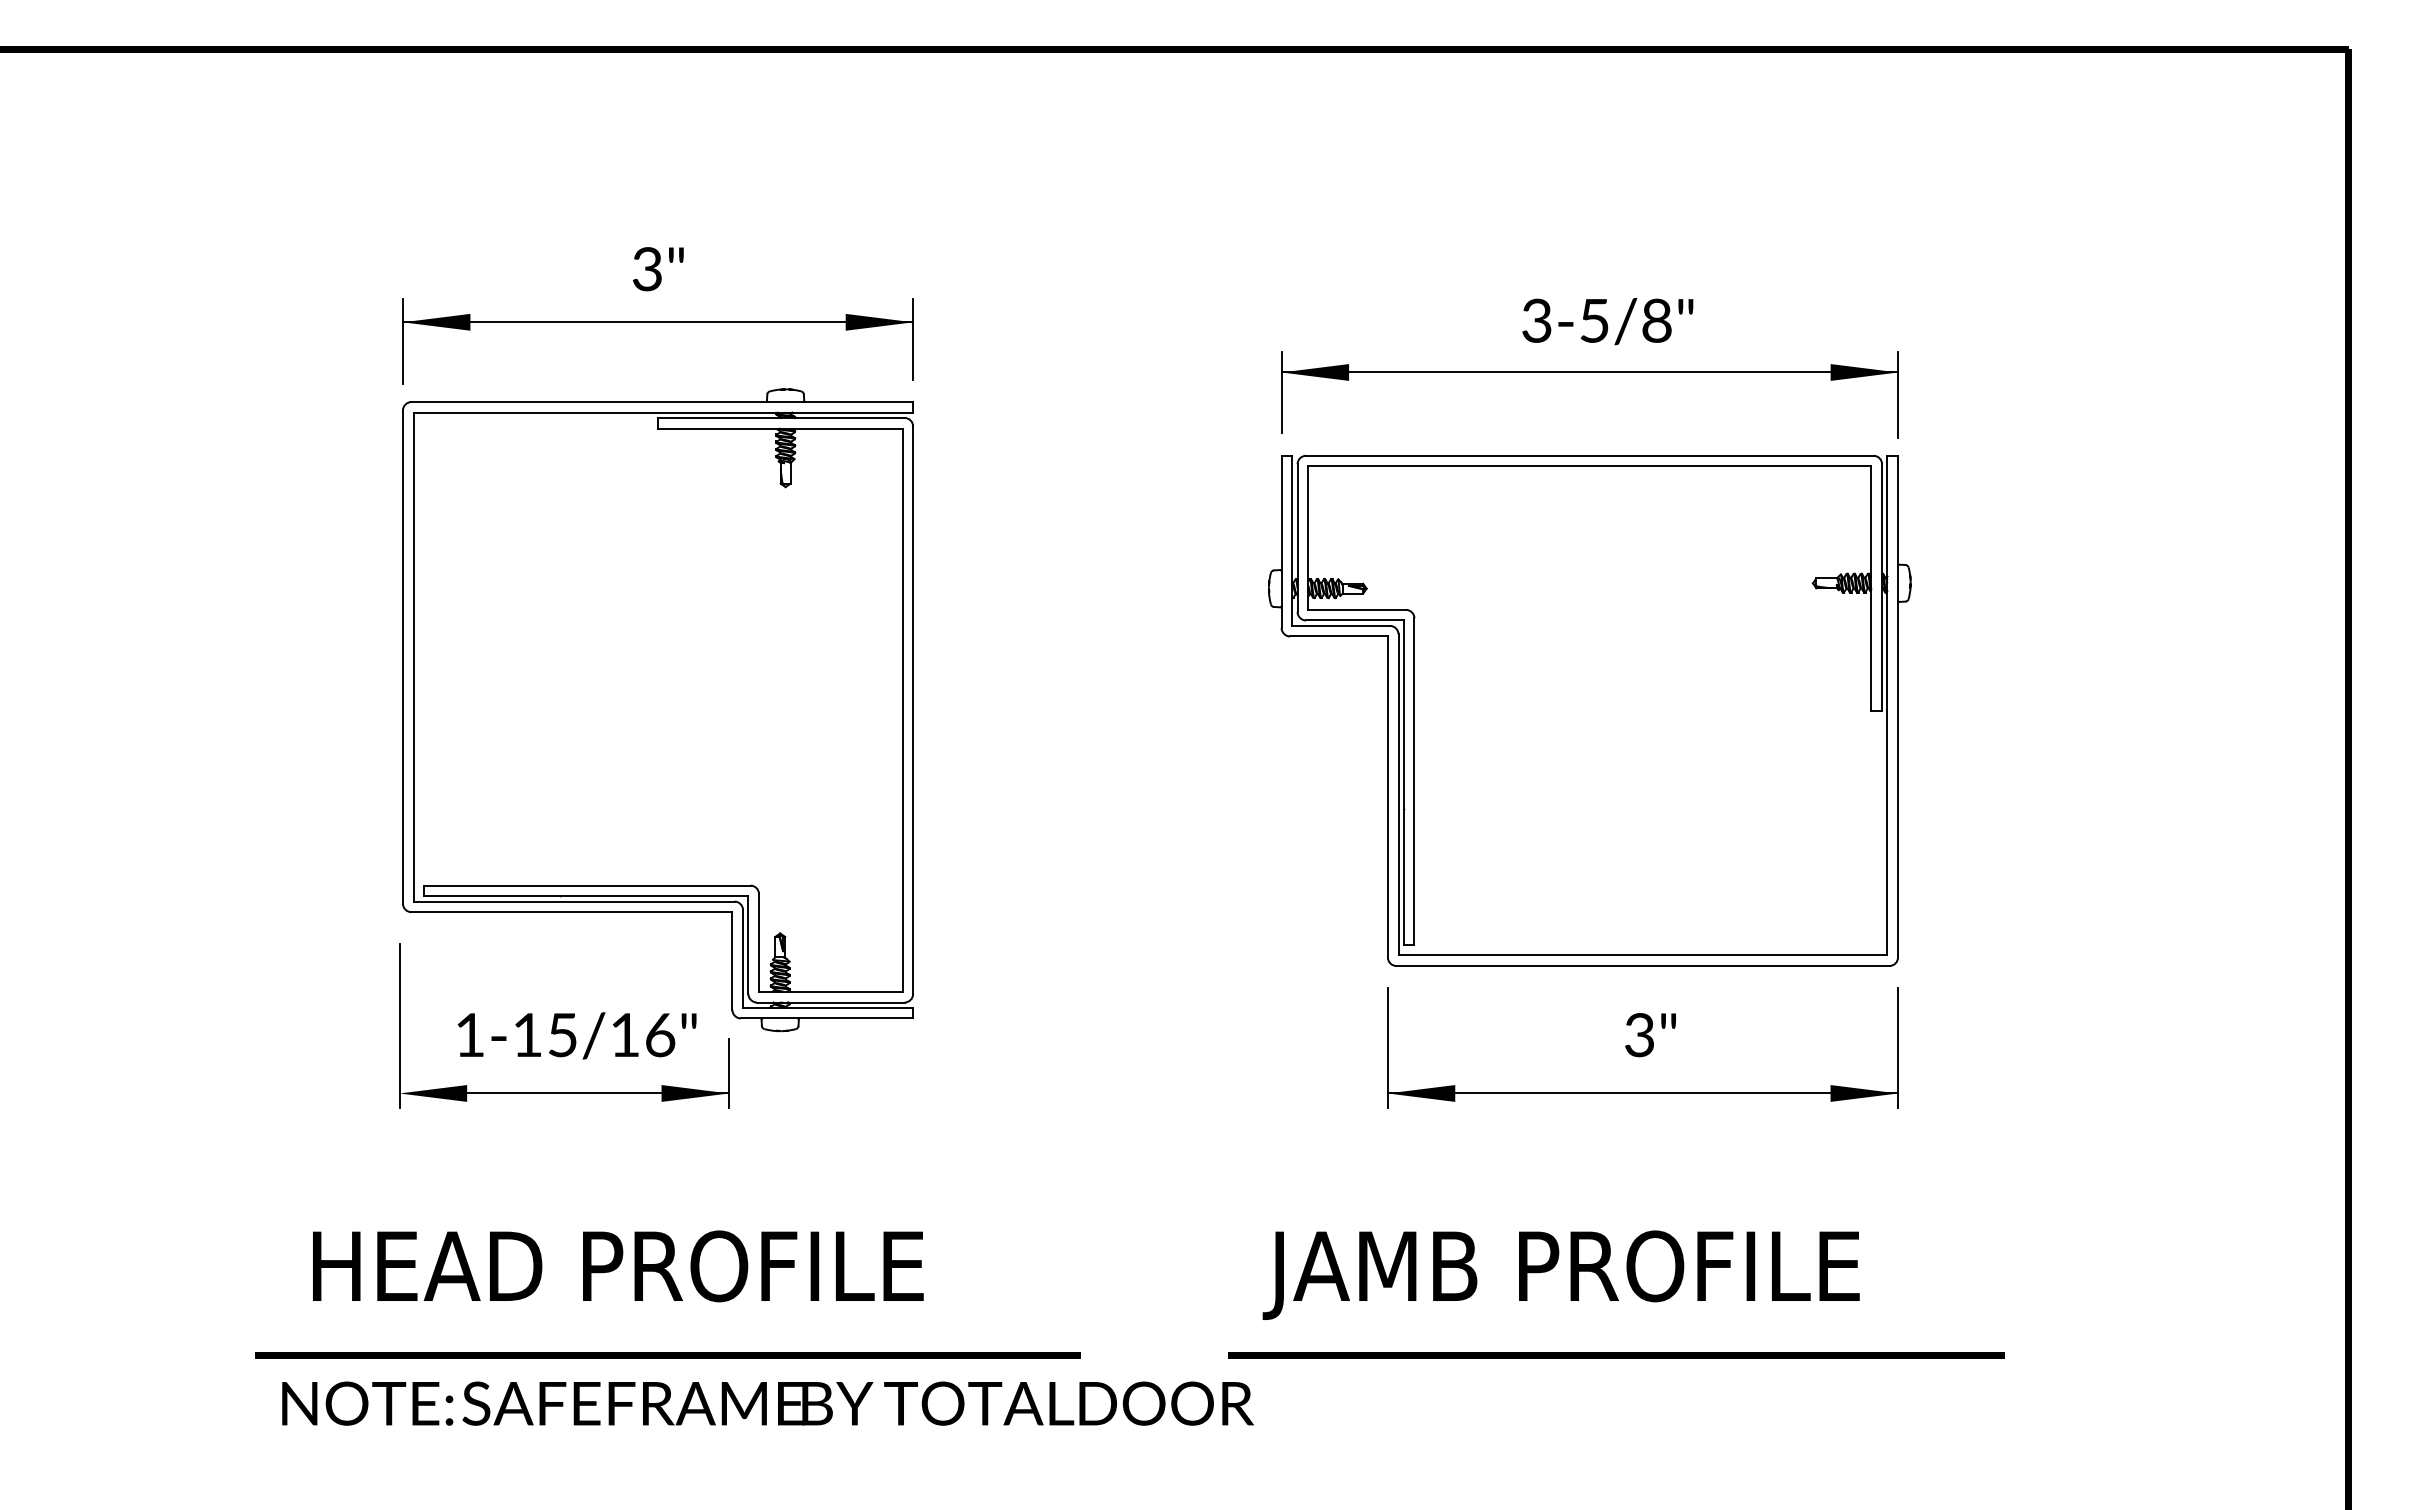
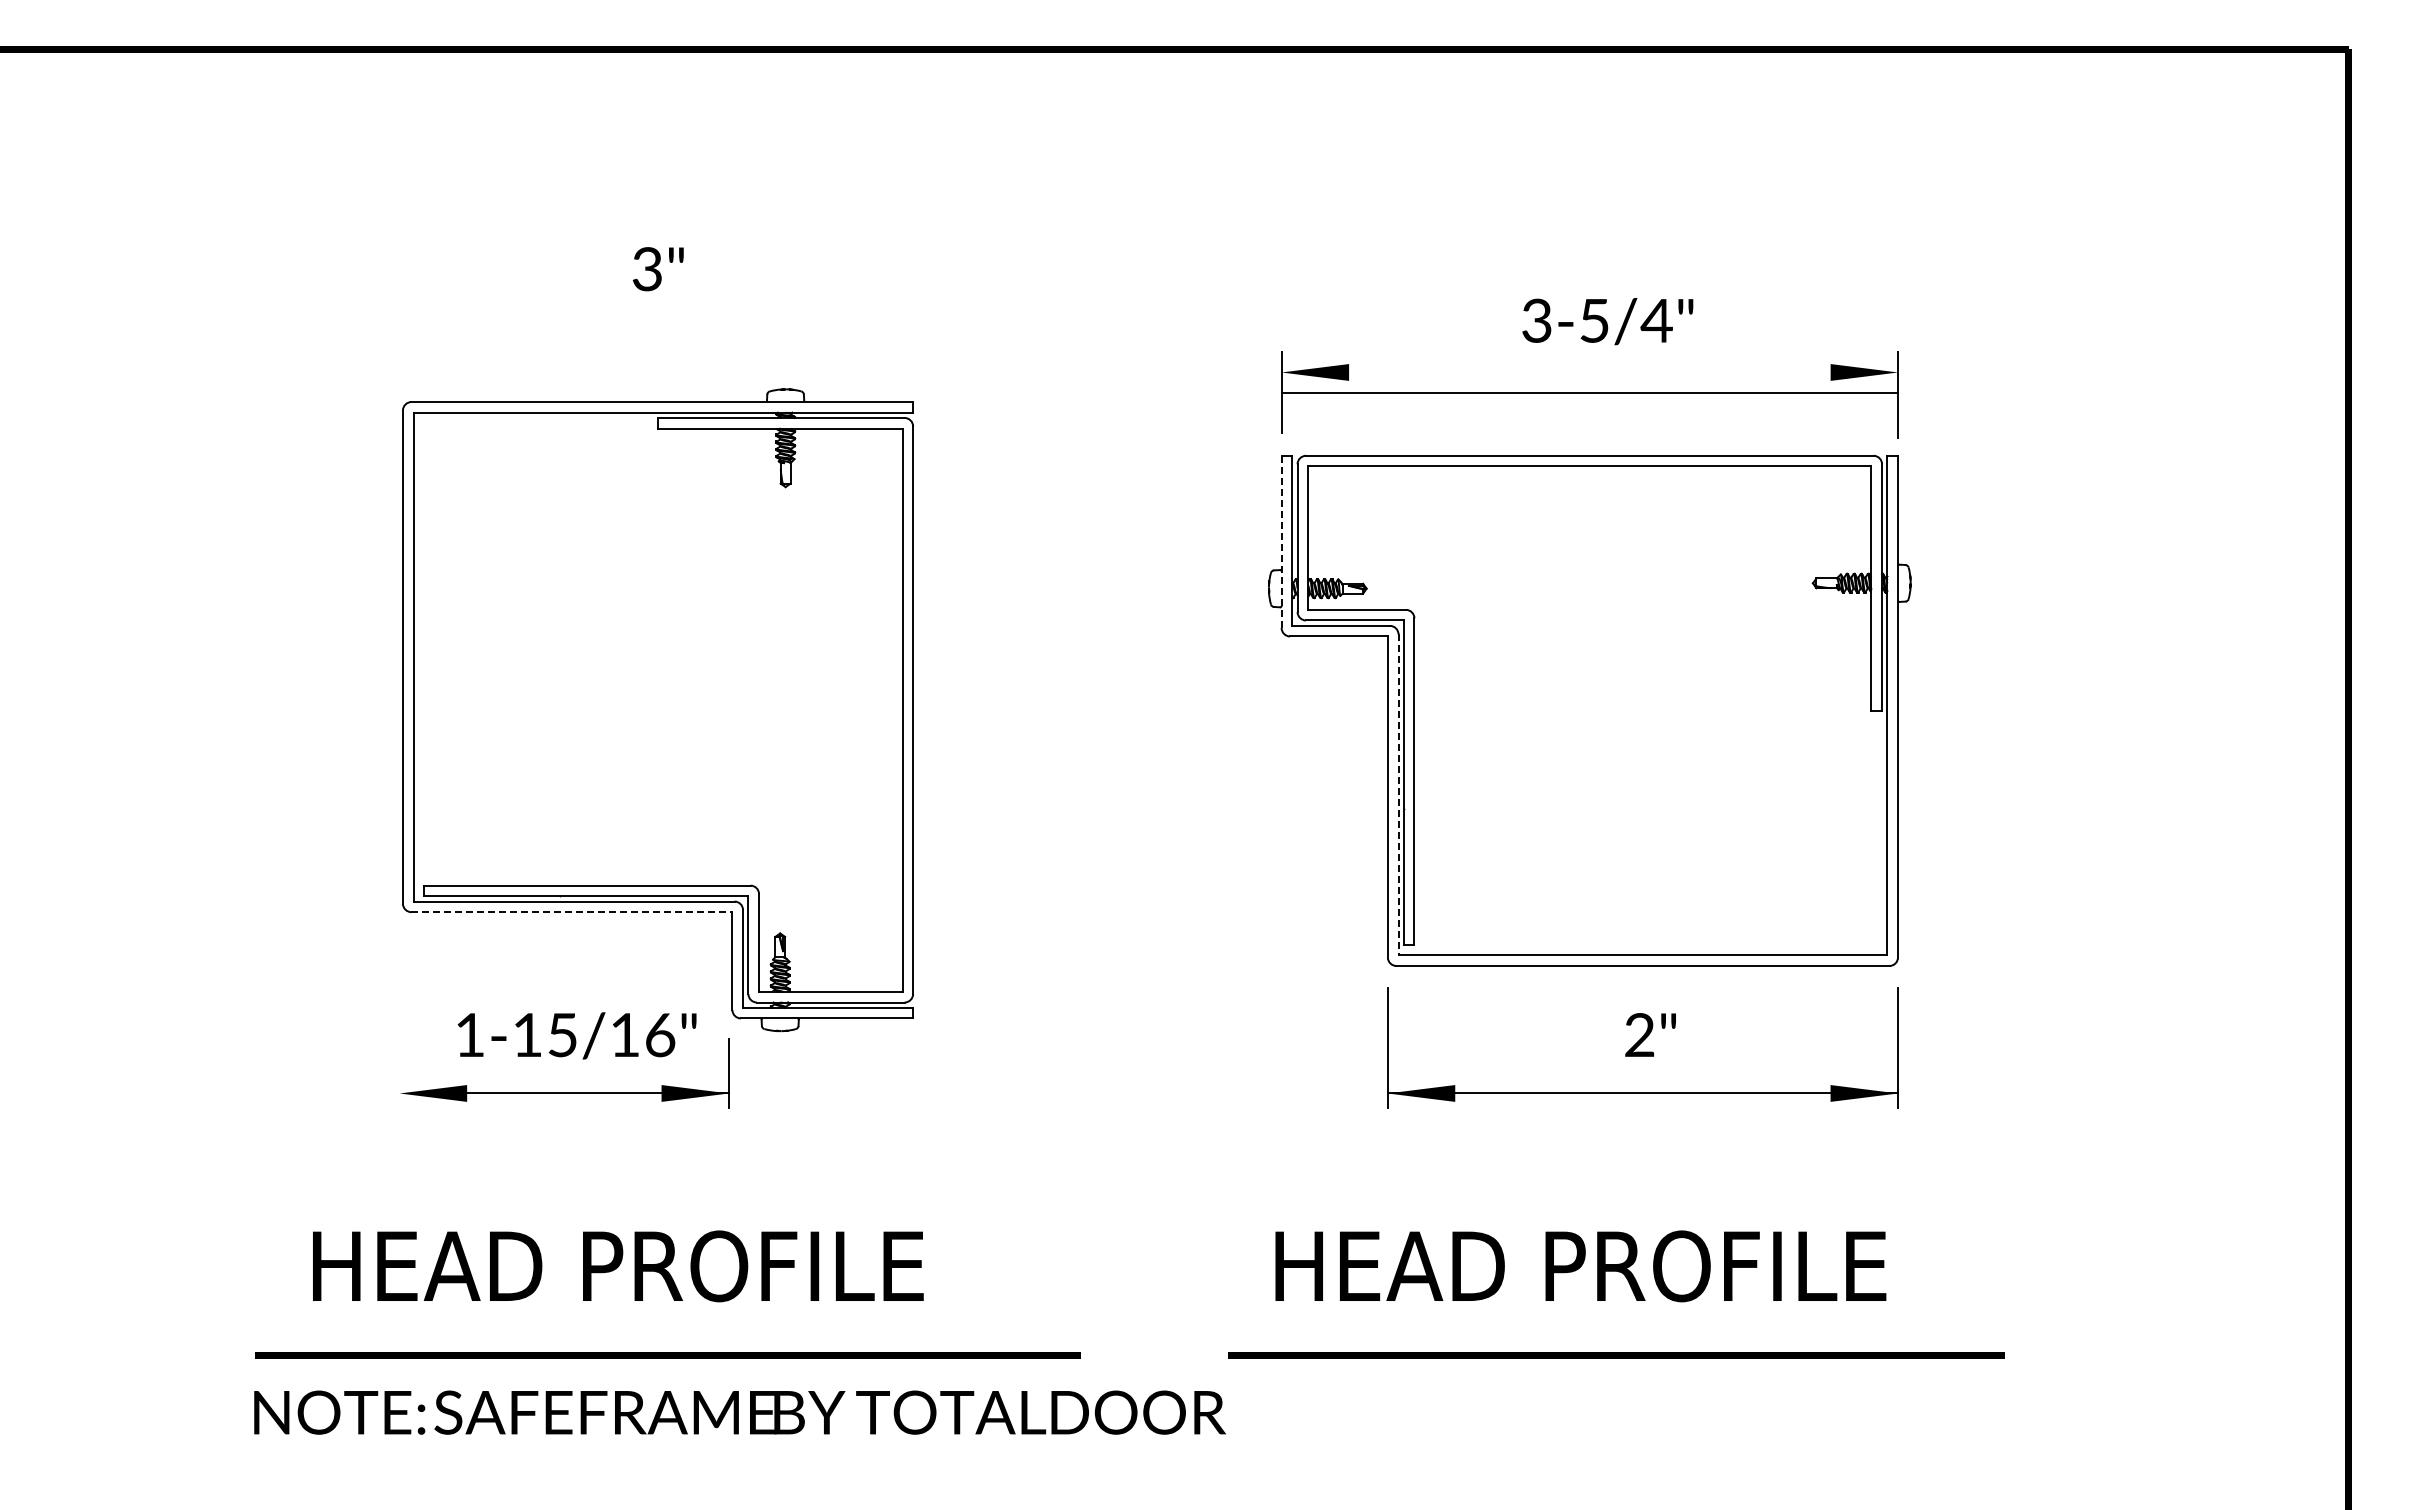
text at (1656, 320): 3-5/8" -> 3-5/4"
part at (657, 322): present -> none
line at (1589, 372) position: (1589, 372) -> (1589, 393)
line at (1281, 541): solid -> dashed
line at (1398, 795): solid -> dashed
line at (572, 912): solid -> dashed
line at (399, 1025): present -> none
text at (1639, 1035): 3" -> 2"
text at (1574, 1274): JAMB PROFILE -> HEAD PROFILE
text at (767, 1403) position: (767, 1403) -> (739, 1412)
